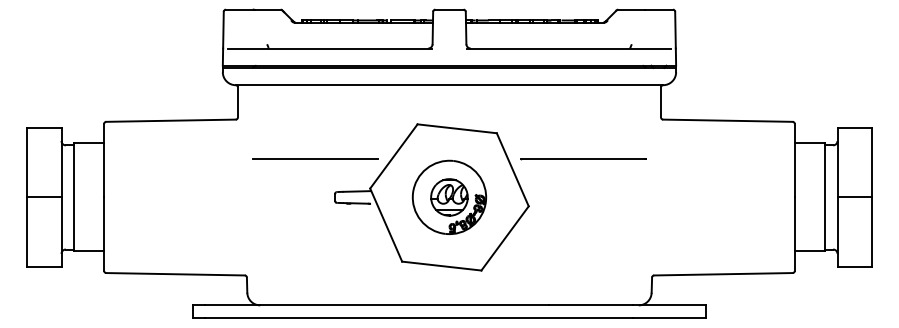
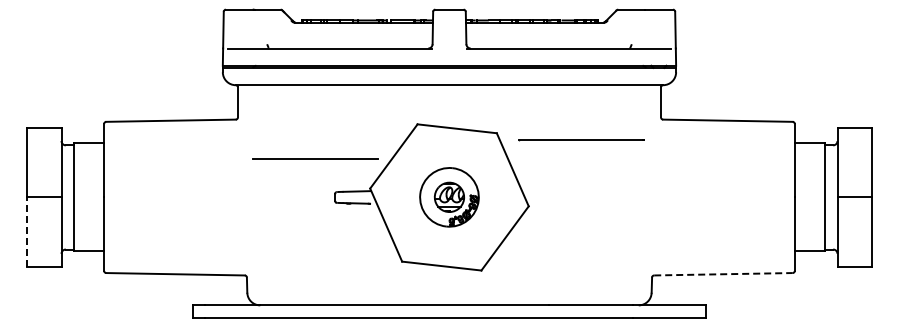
line at (583, 159) position: (583, 159) -> (581, 140)
part at (449, 196) size: 77x76 px -> 61x61 px
line at (26, 231): solid -> dashed
line at (723, 274): solid -> dashed
